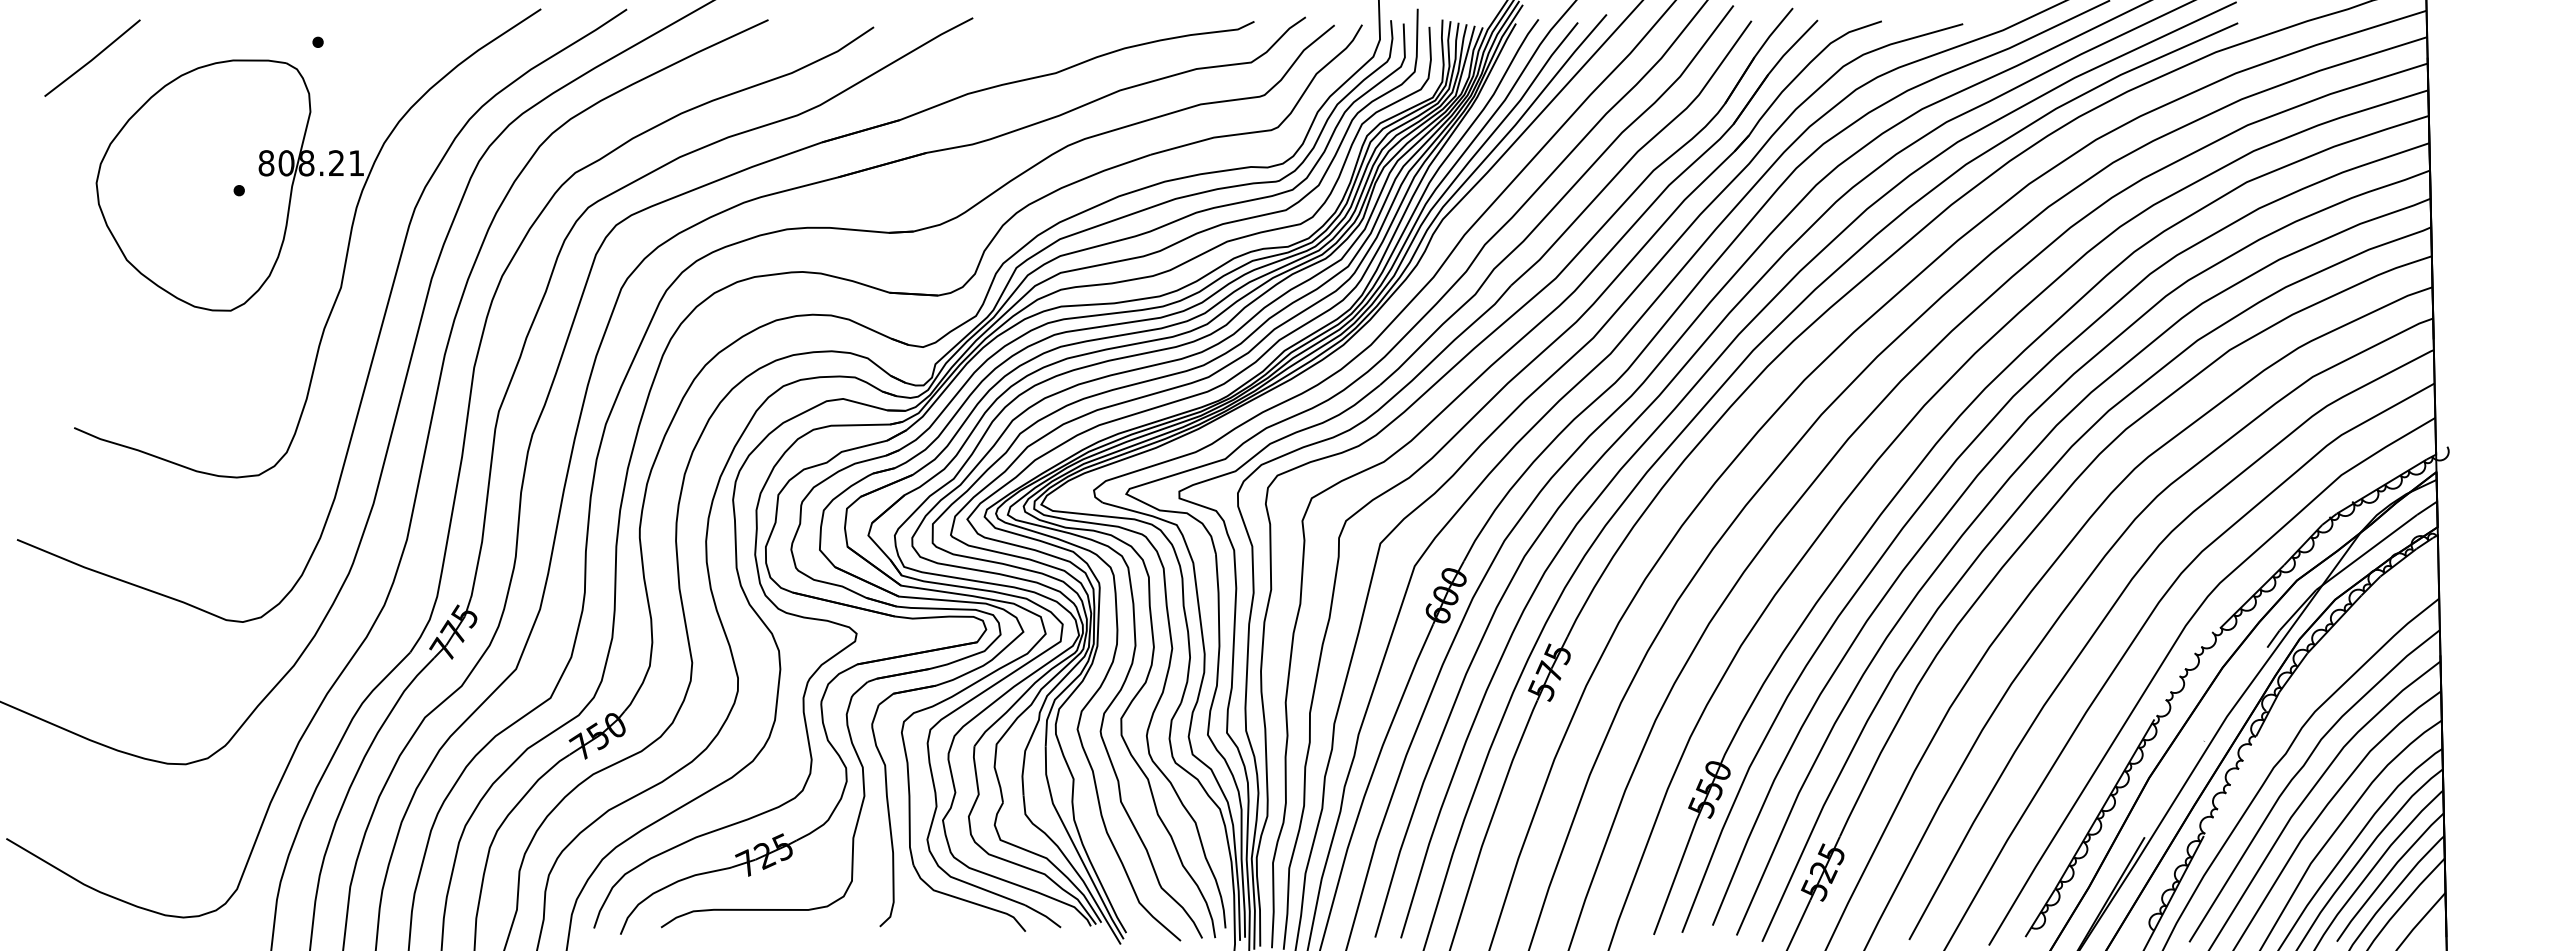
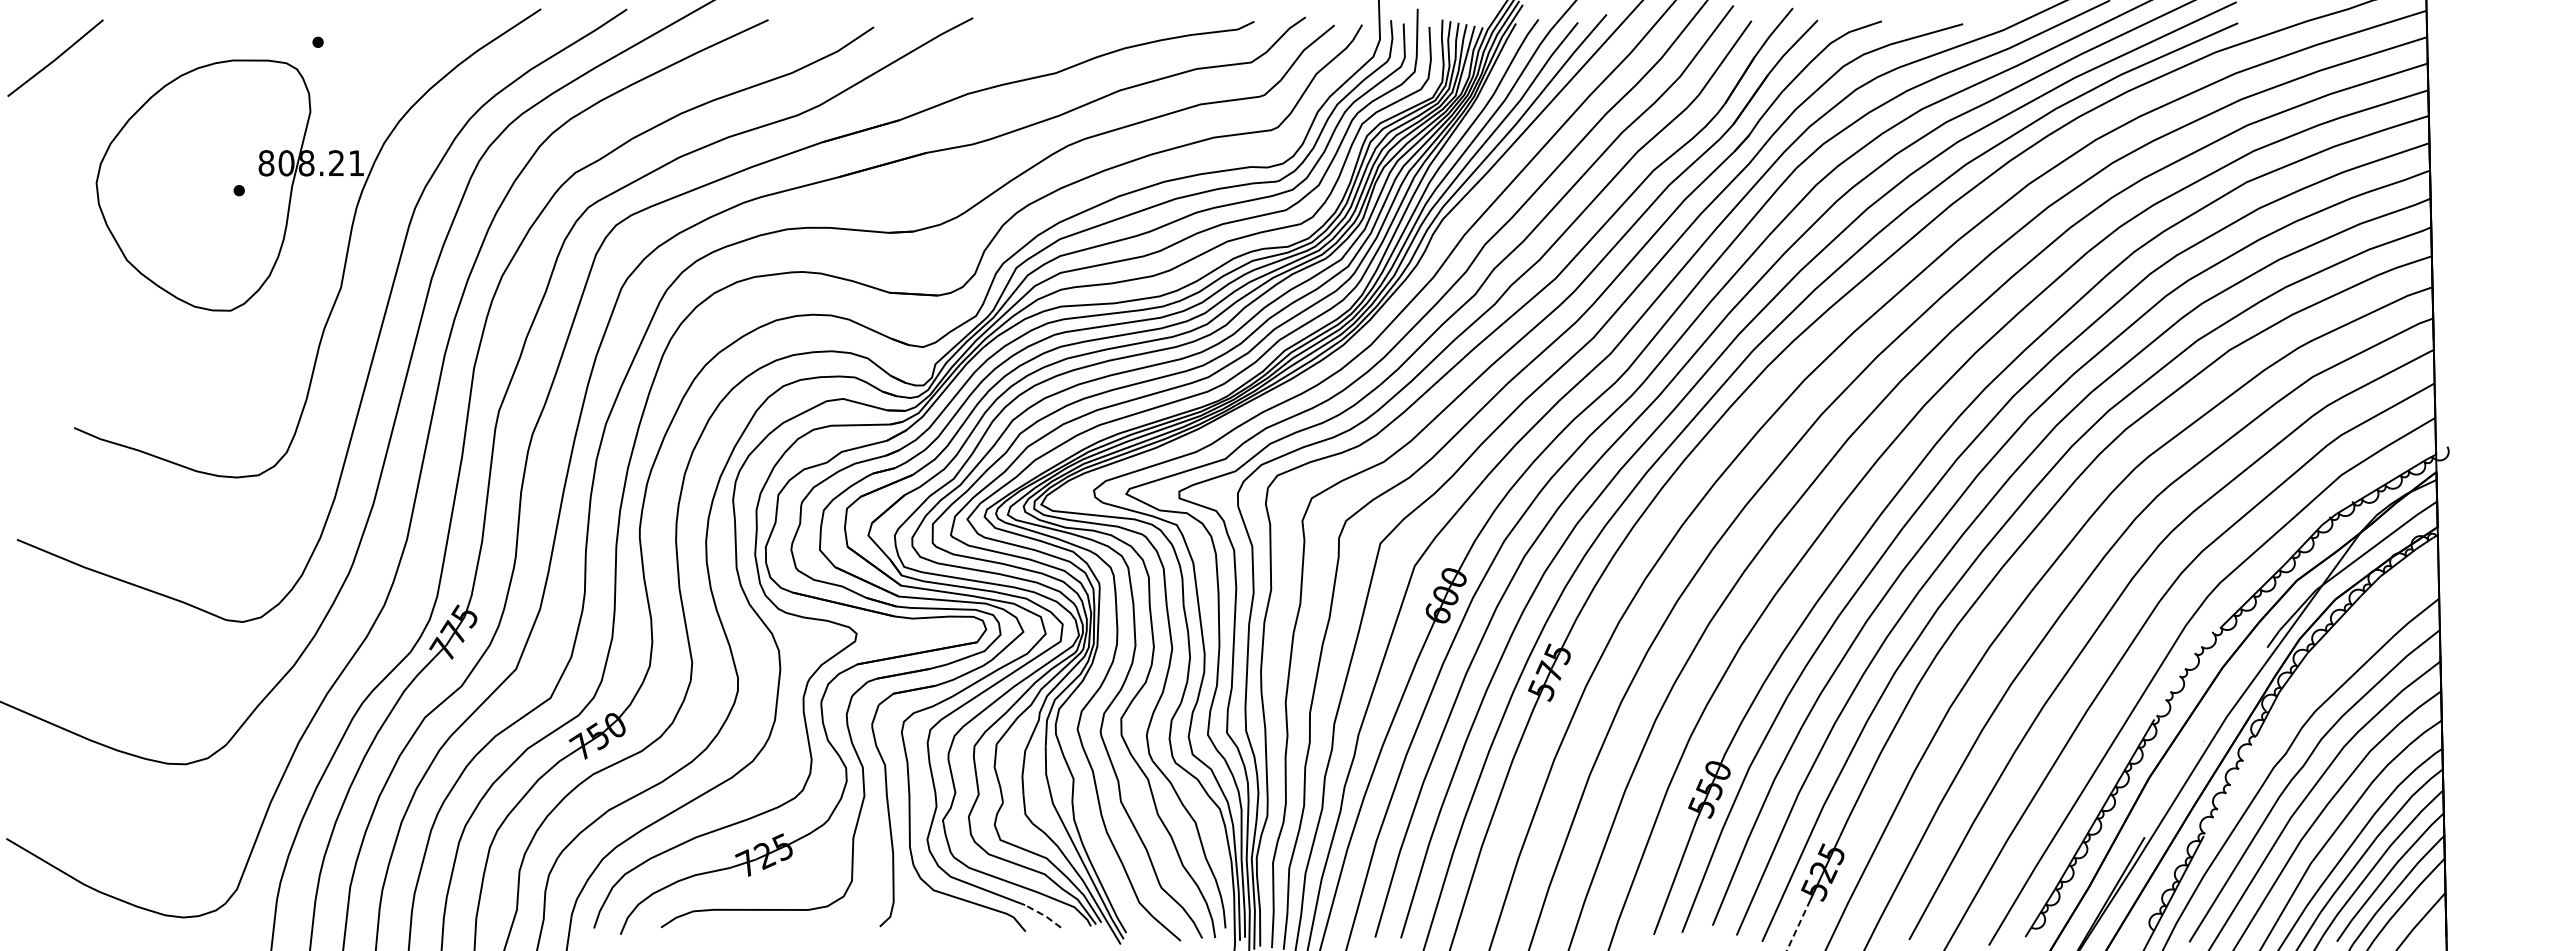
line at (93, 57) position: (93, 57) -> (56, 57)
line at (1044, 915): solid -> dashed
line at (1798, 925): solid -> dashed
